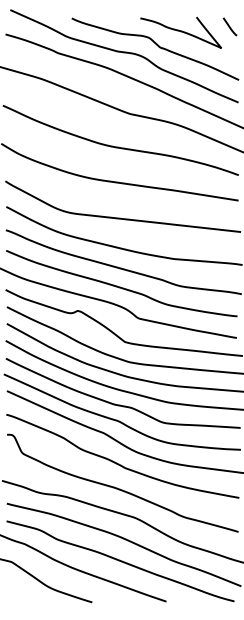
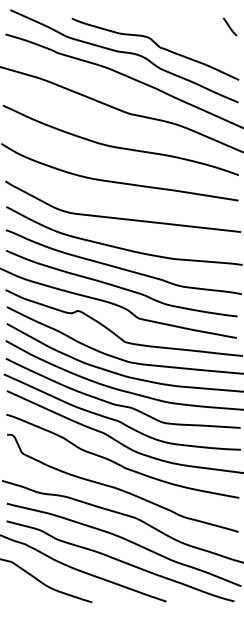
curve at (180, 32): present -> none
